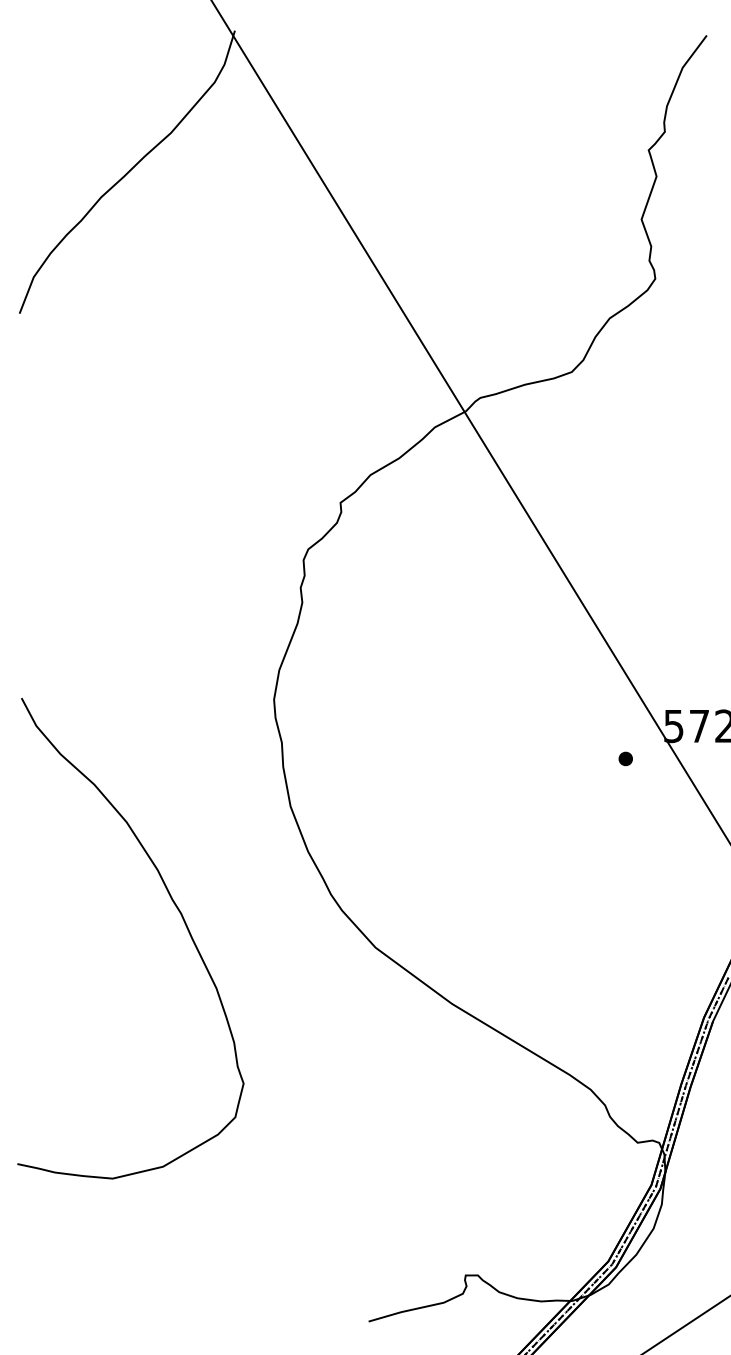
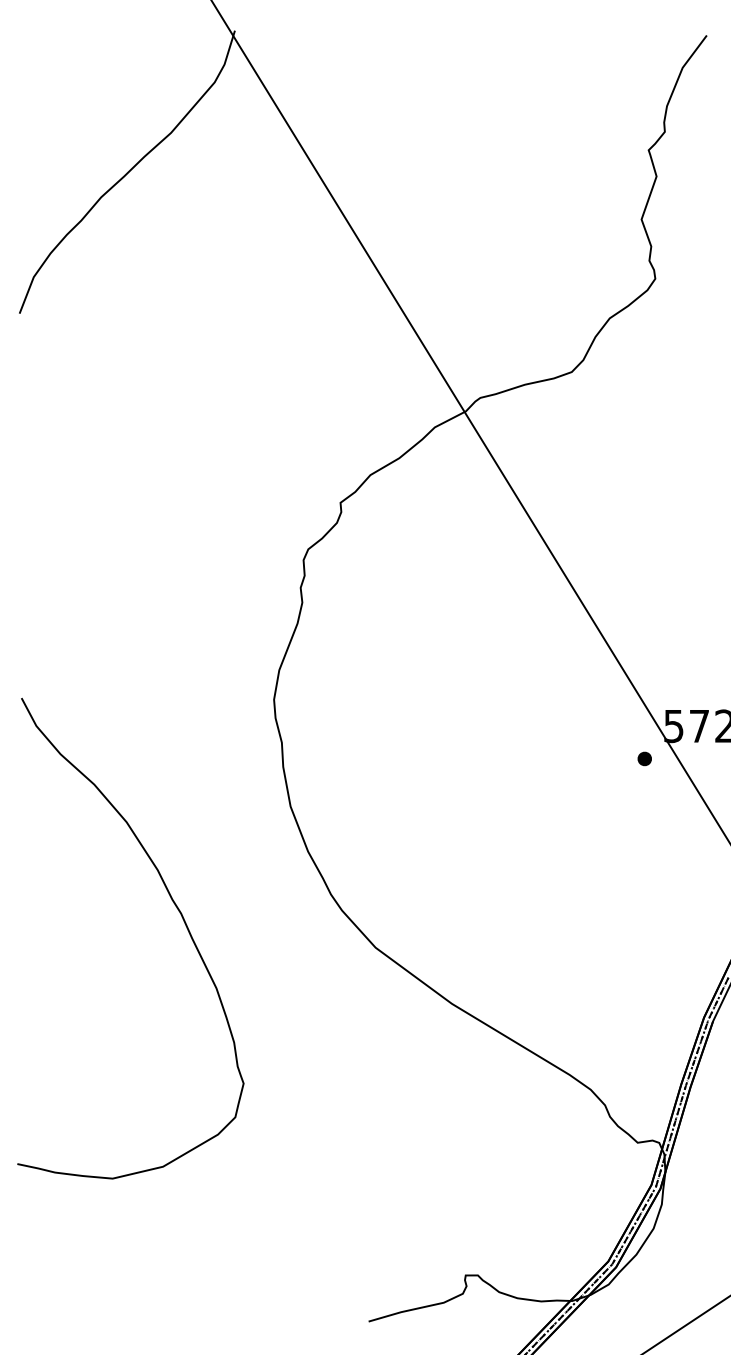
part at (625, 758) position: (625, 758) -> (644, 758)
